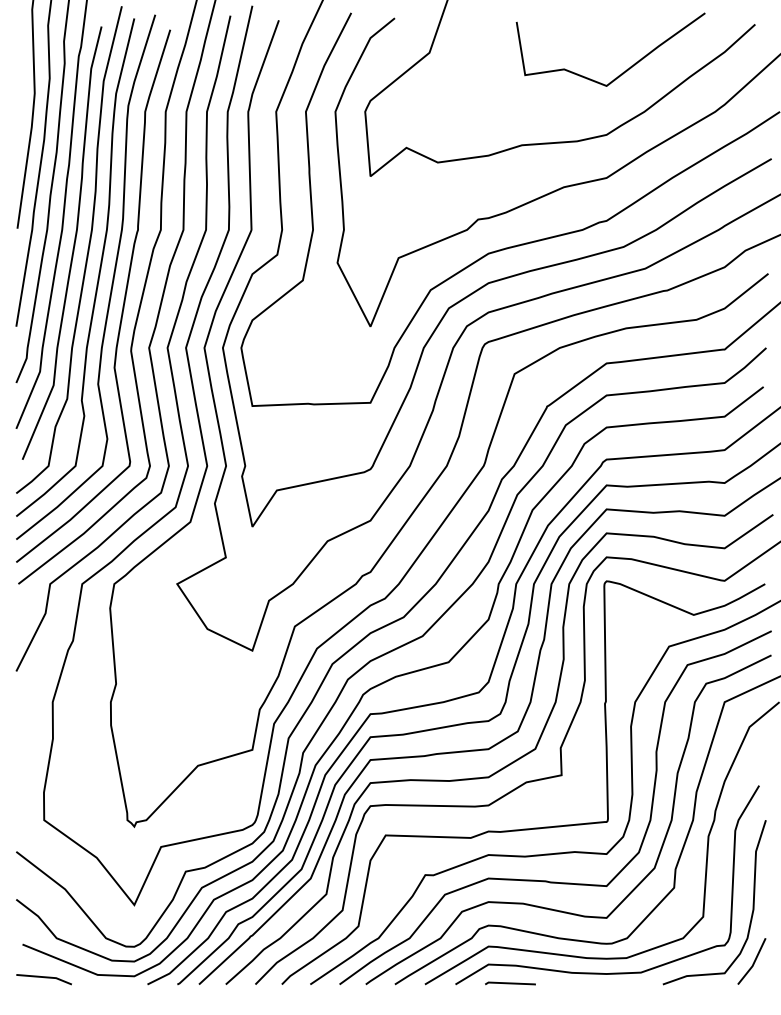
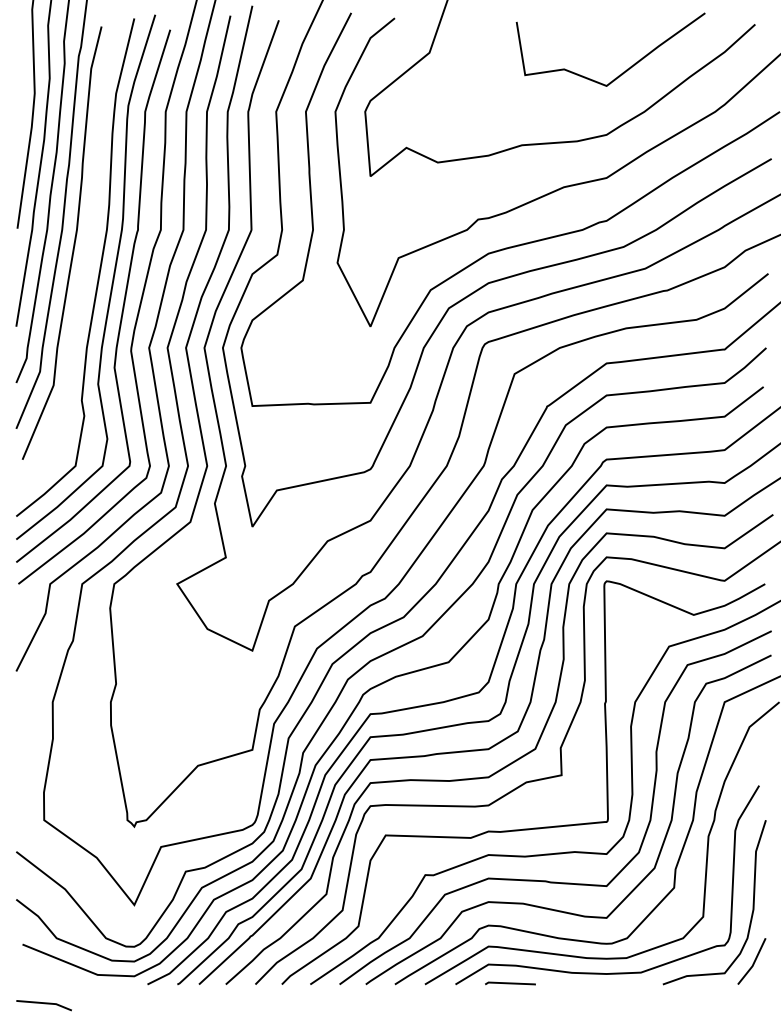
curve at (86, 254): present -> none
line at (44, 978) position: (44, 978) -> (44, 1004)
